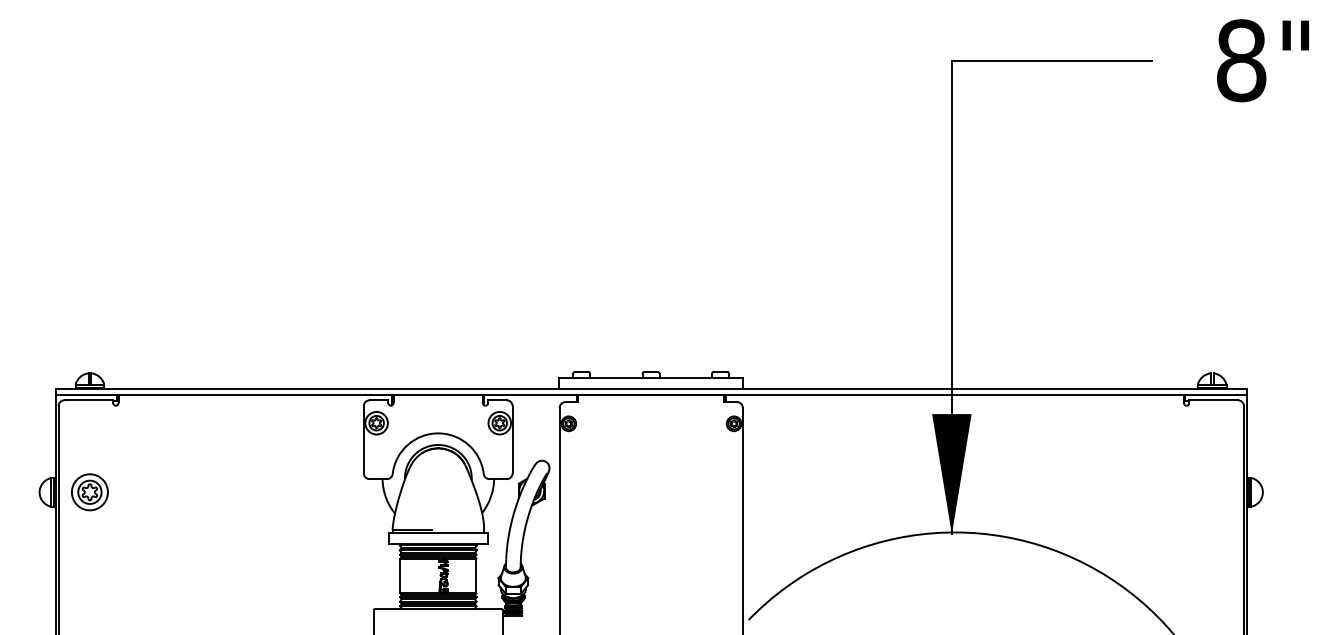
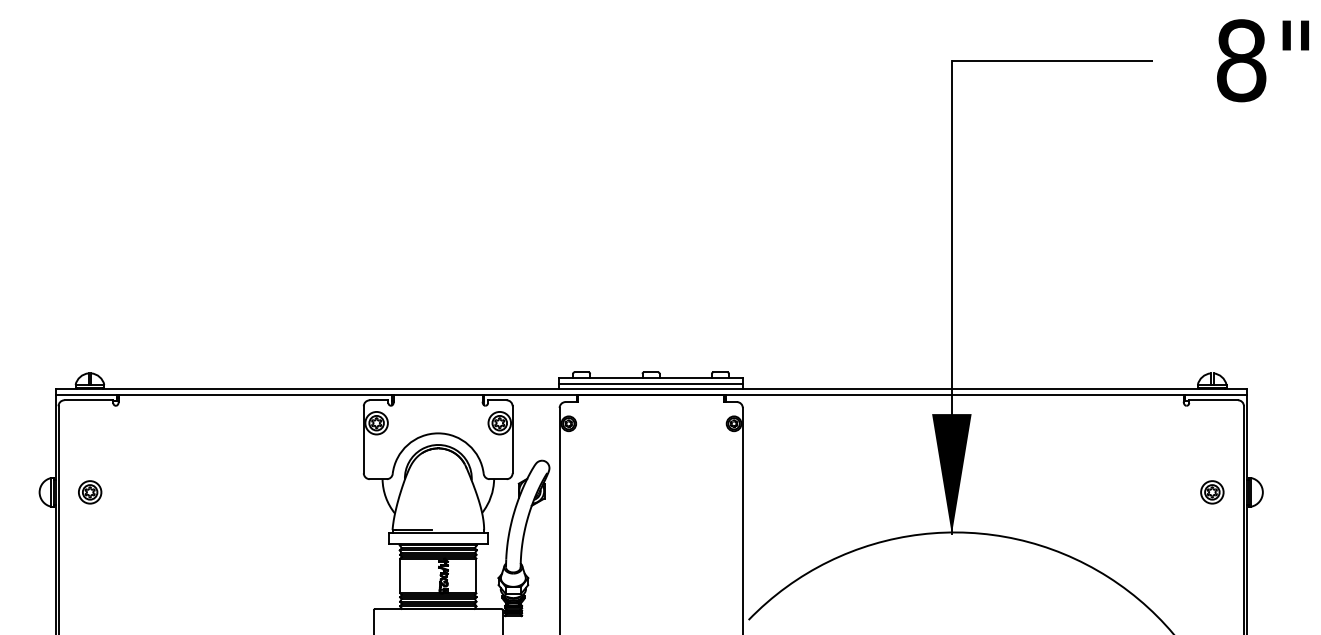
line at (650, 383): none -> present
part at (89, 492) size: 38x39 px -> 25x25 px
part at (1212, 492): none -> present
